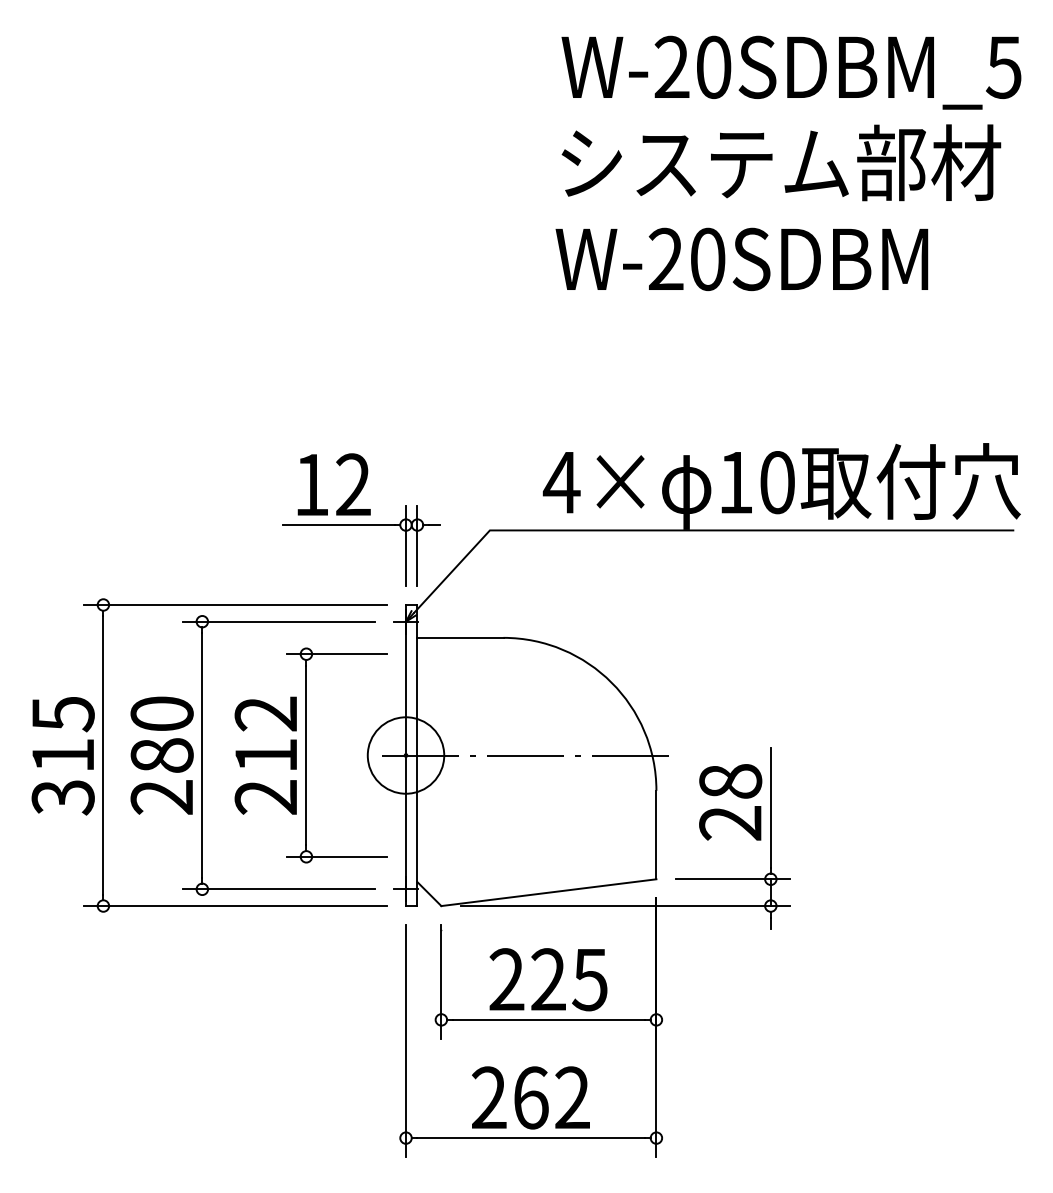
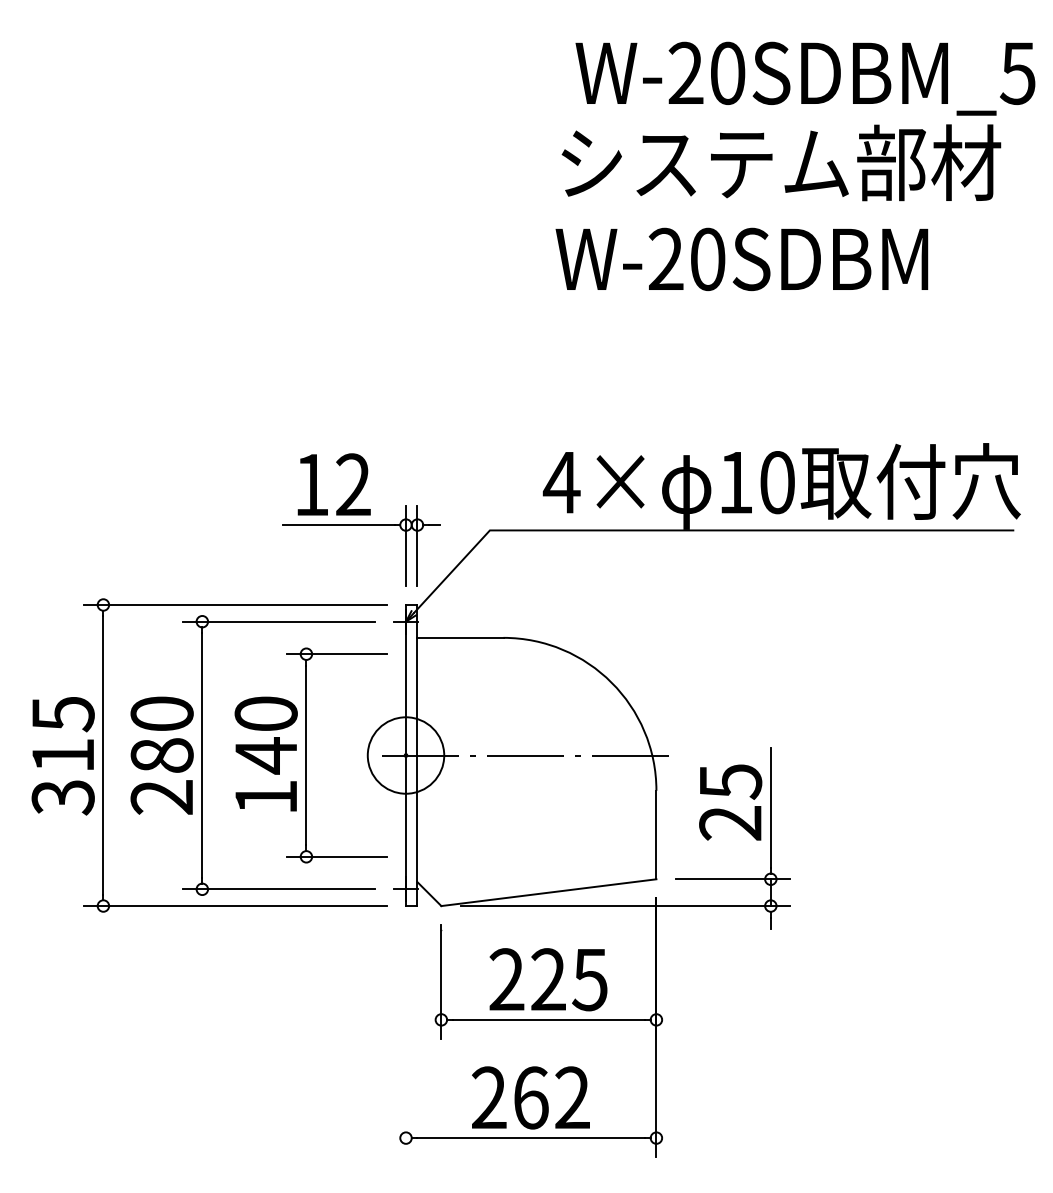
text at (791, 72) position: (791, 72) -> (805, 78)
text at (265, 755): 212 -> 140
text at (730, 781): 28 -> 25
line at (406, 1041): present -> none
